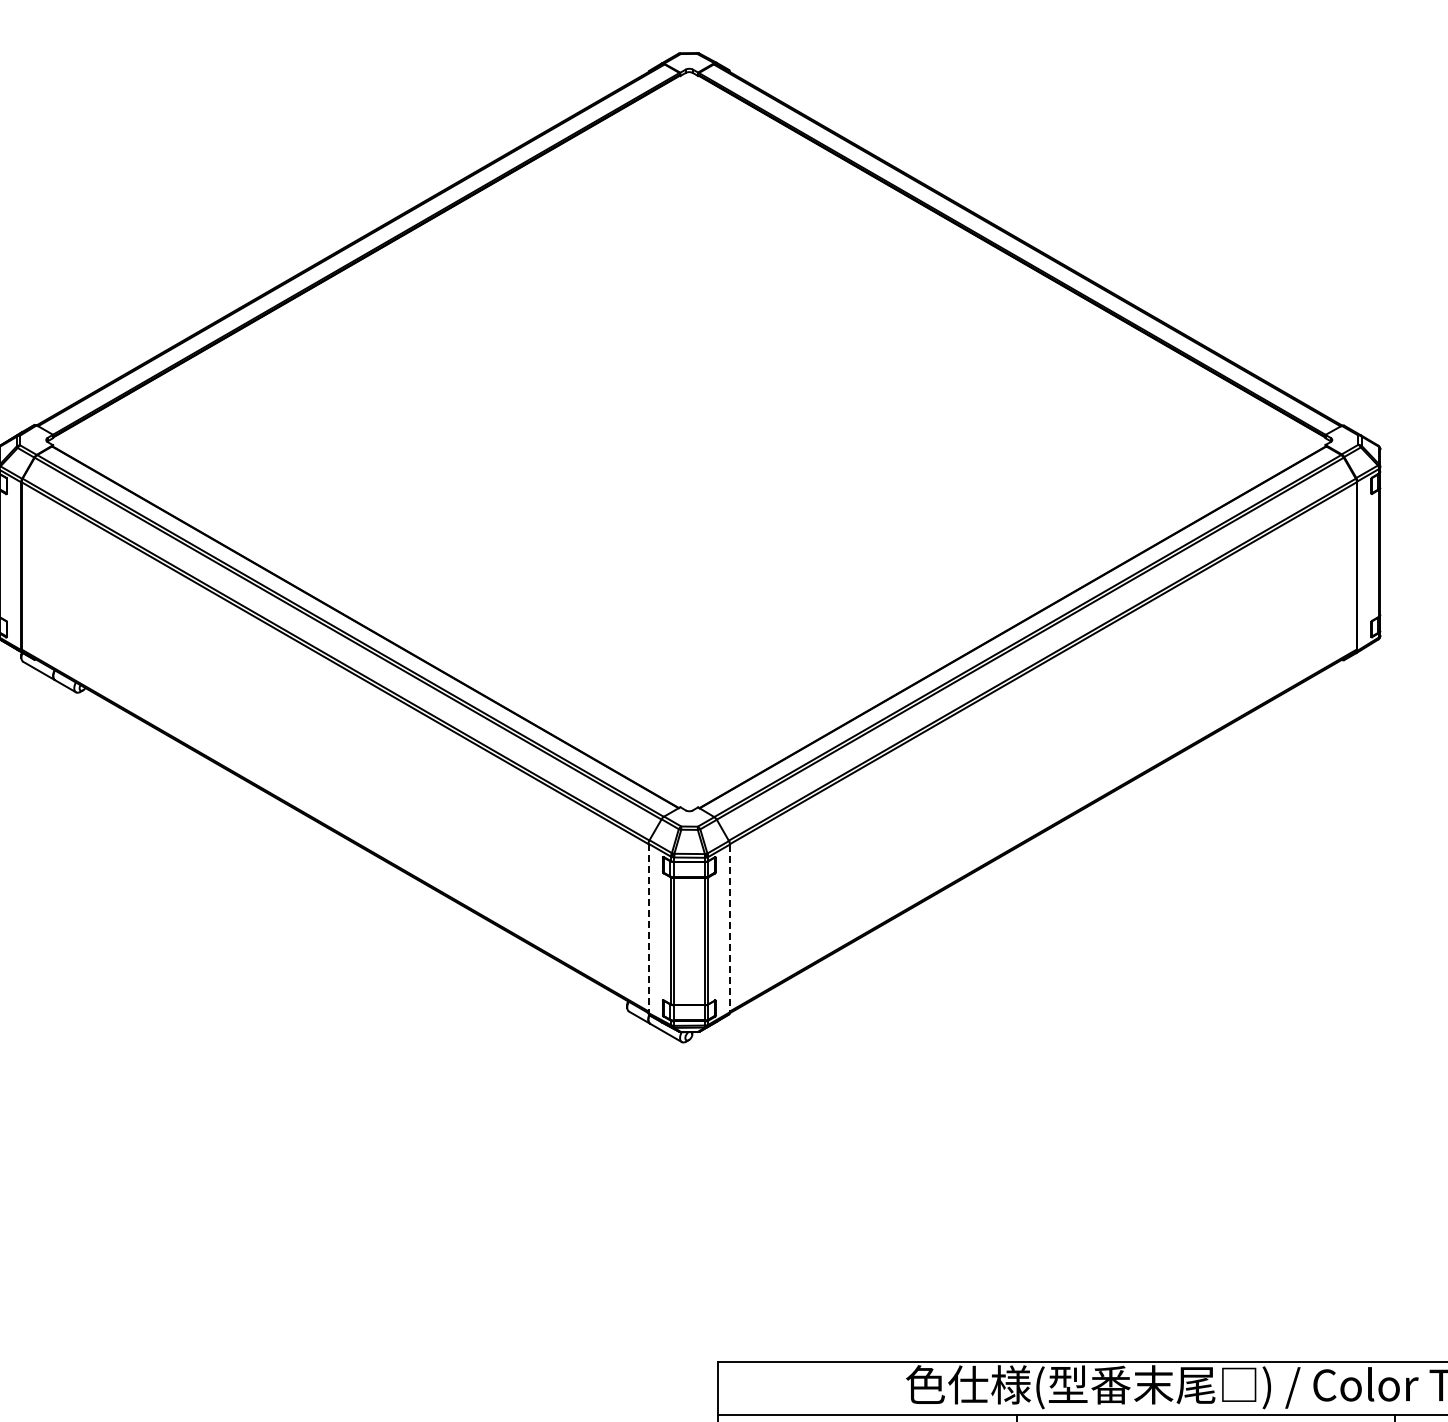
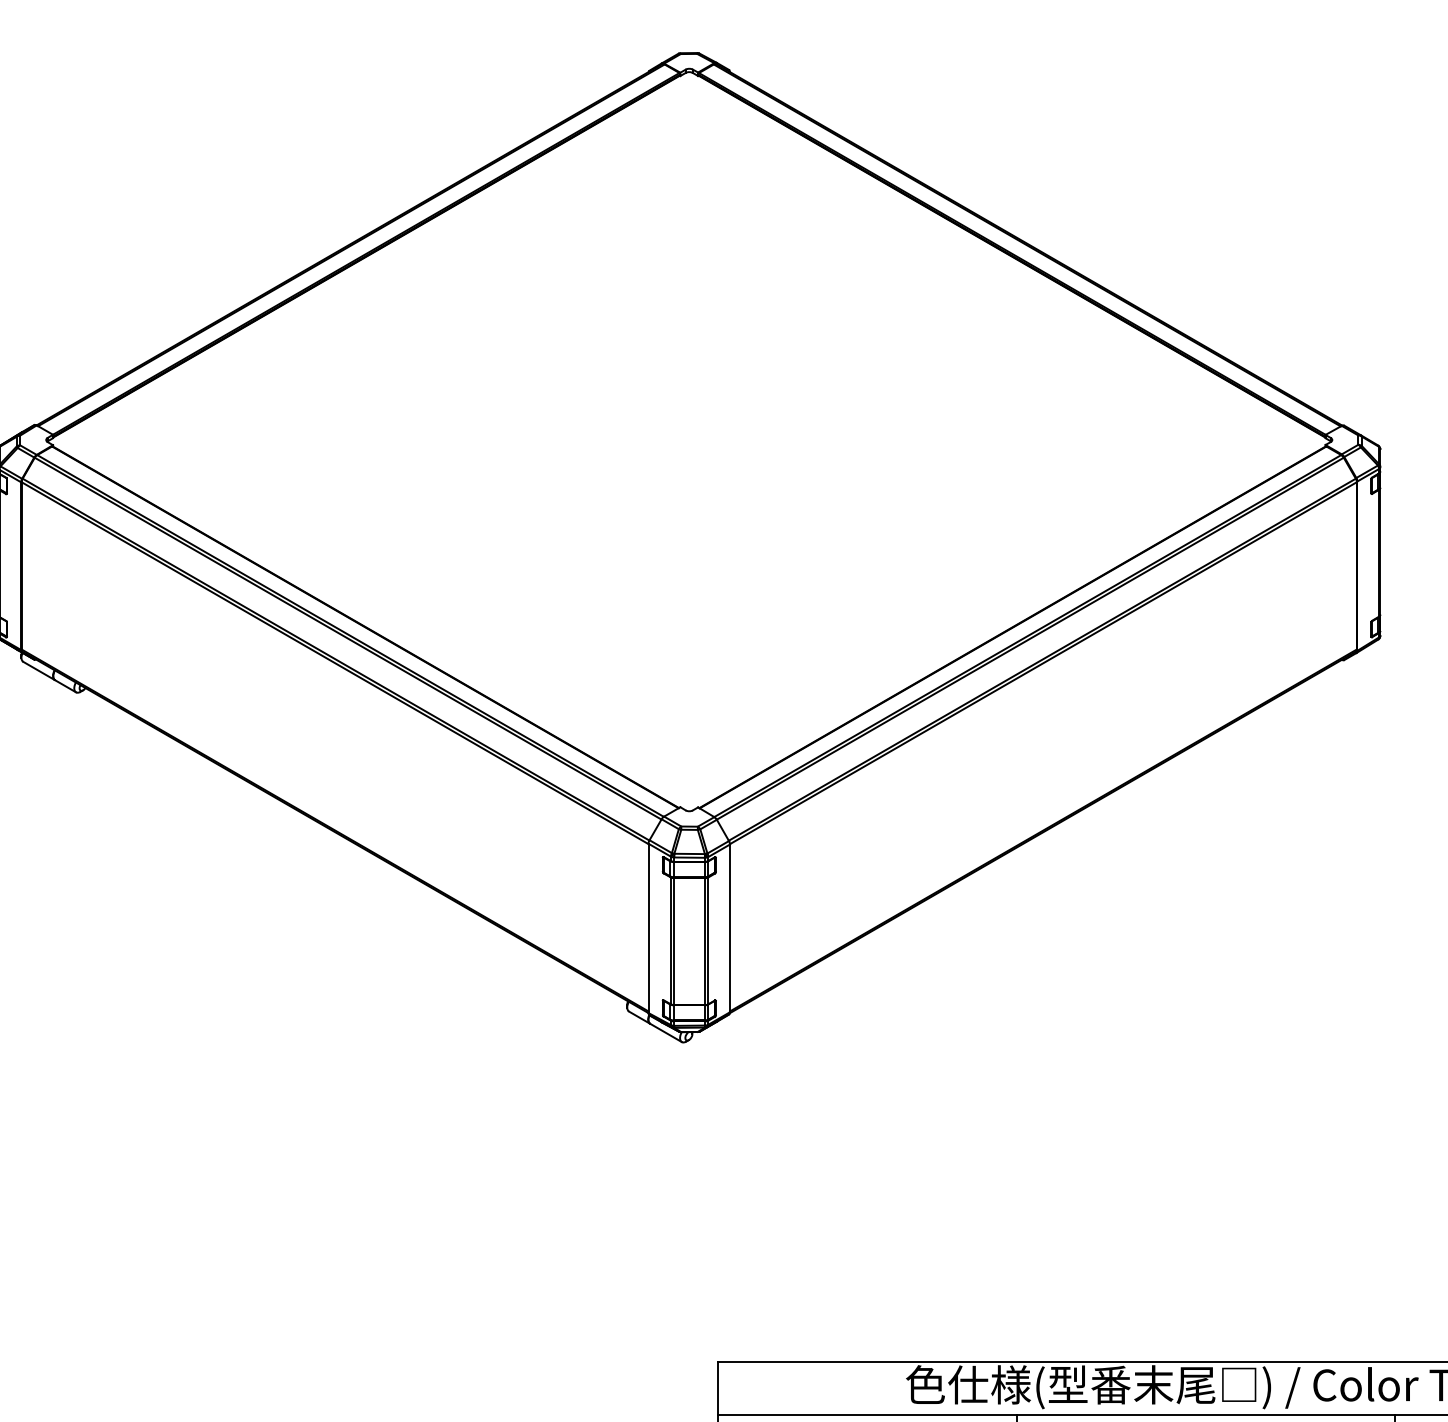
line at (648, 928): dashed -> solid
line at (730, 928): dashed -> solid
